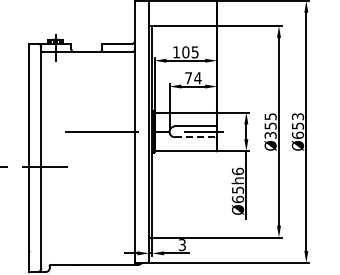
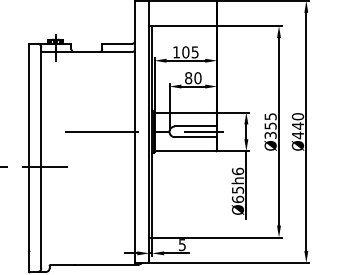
text at (193, 78): 74 -> 80
text at (297, 126): Ø653 -> Ø440
line at (196, 137): dashed -> solid
text at (182, 244): 3 -> 5
